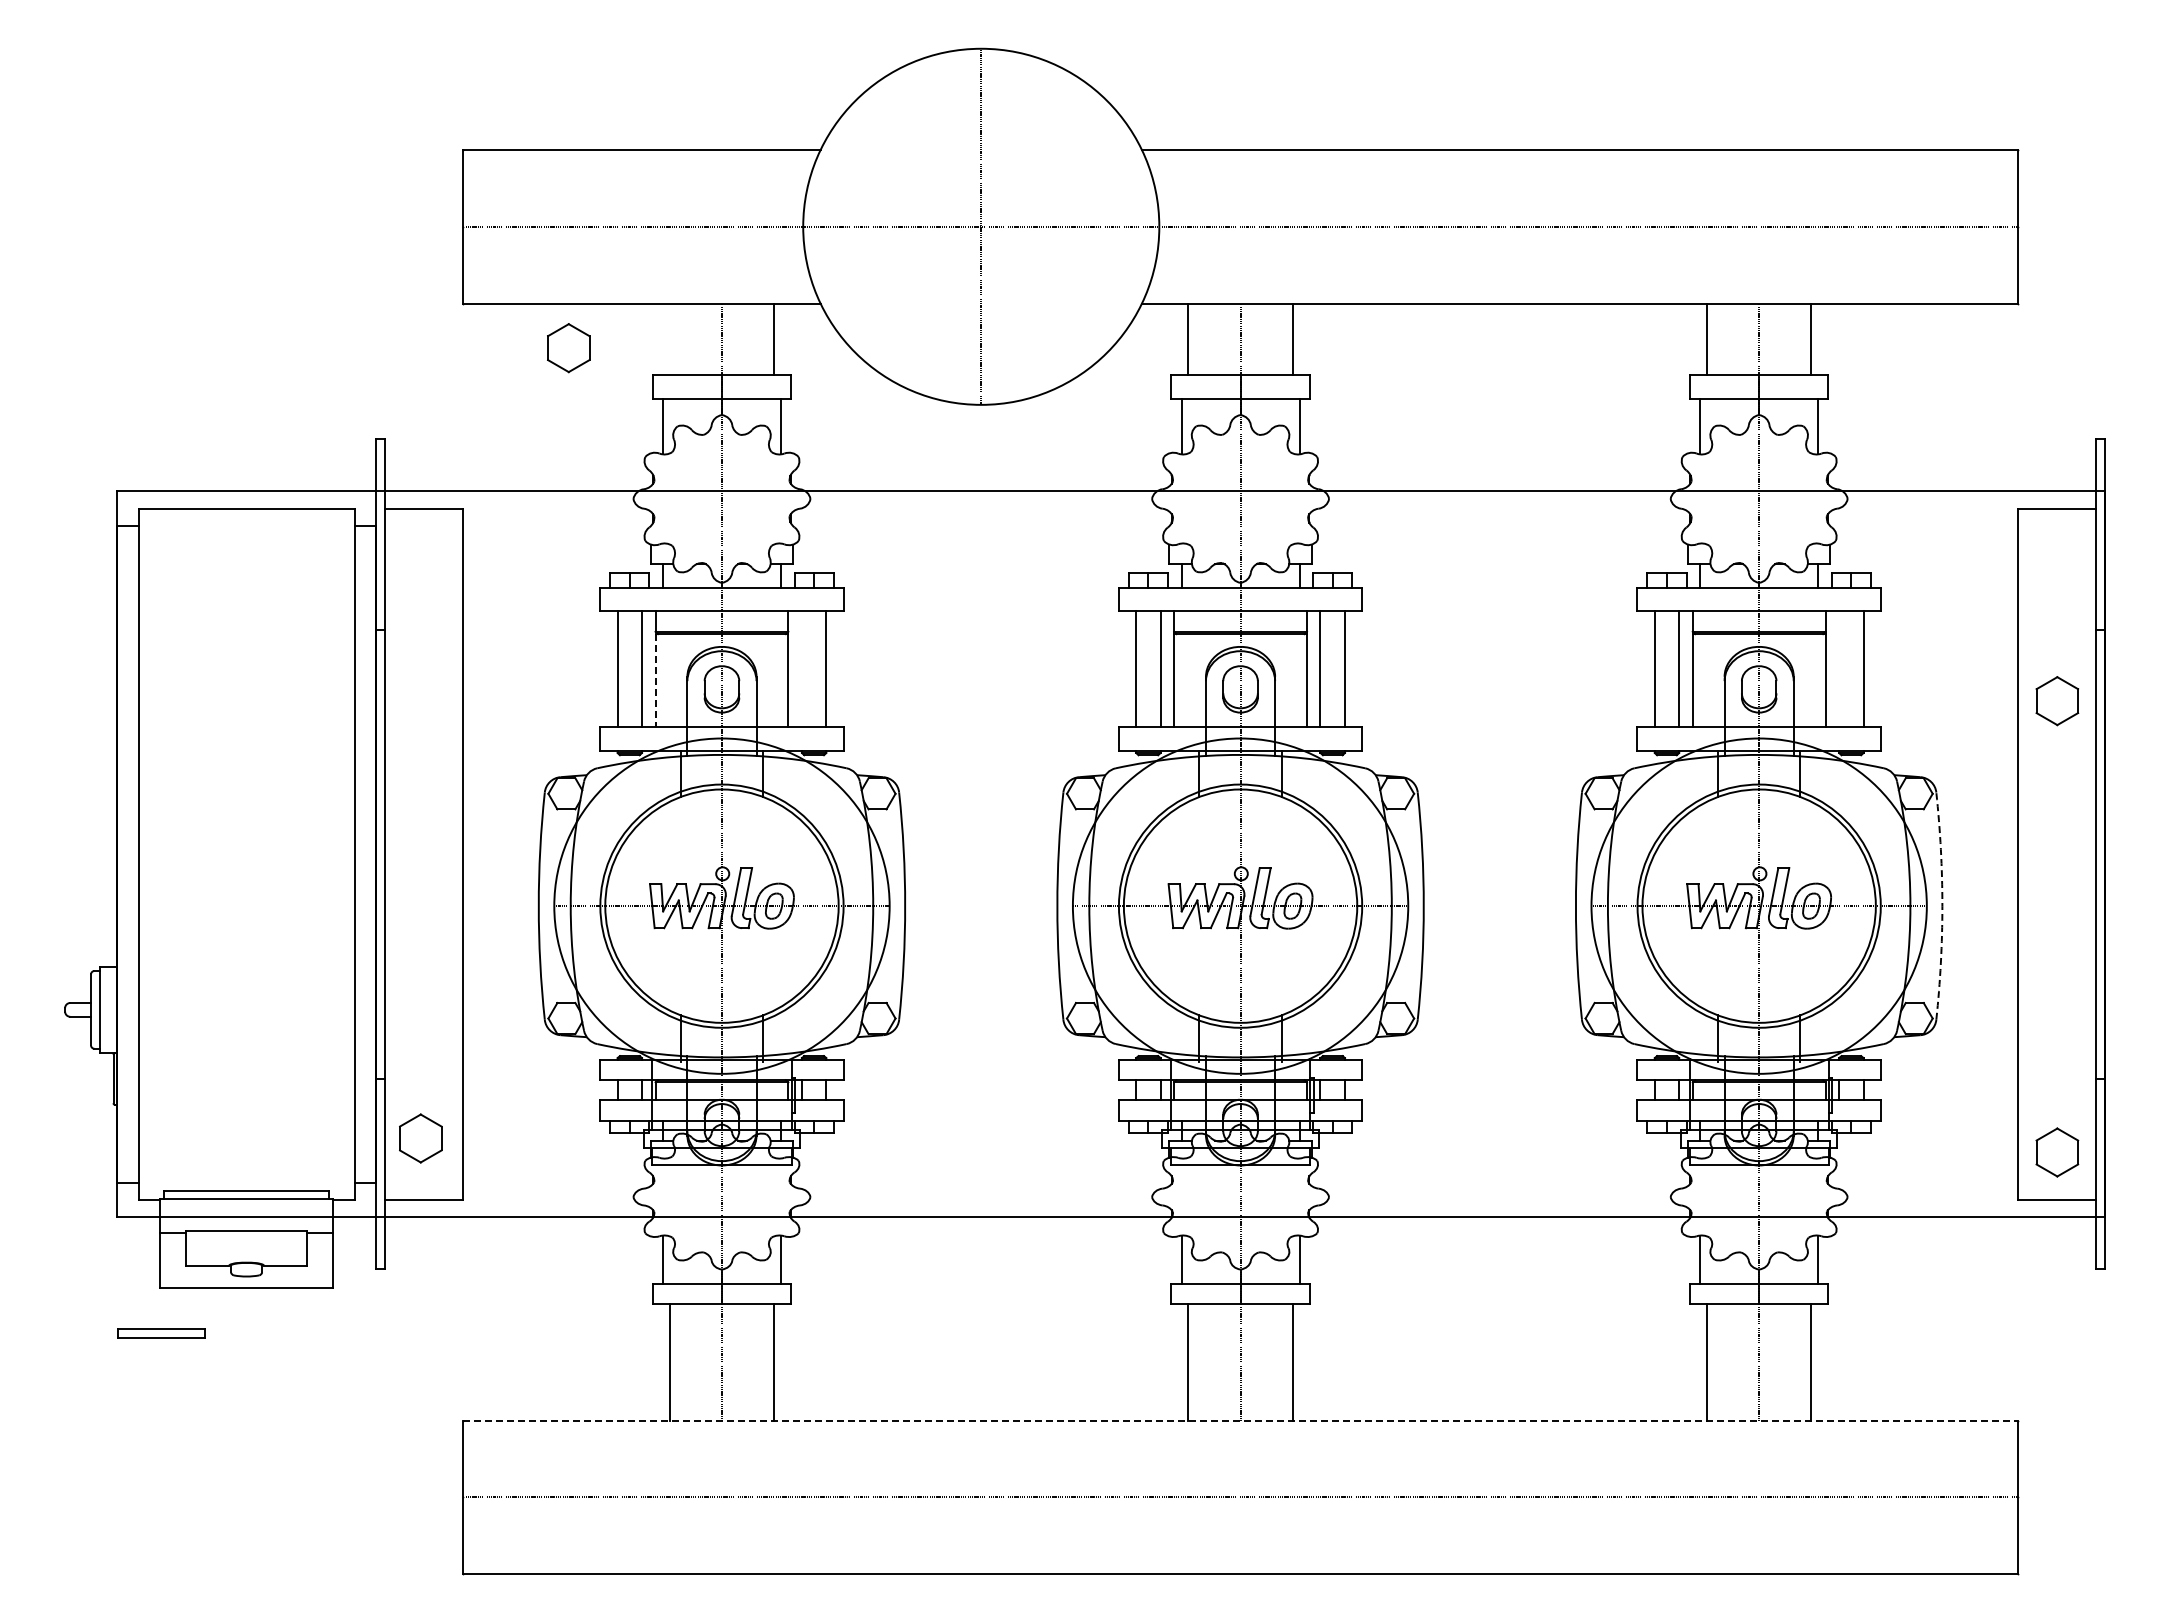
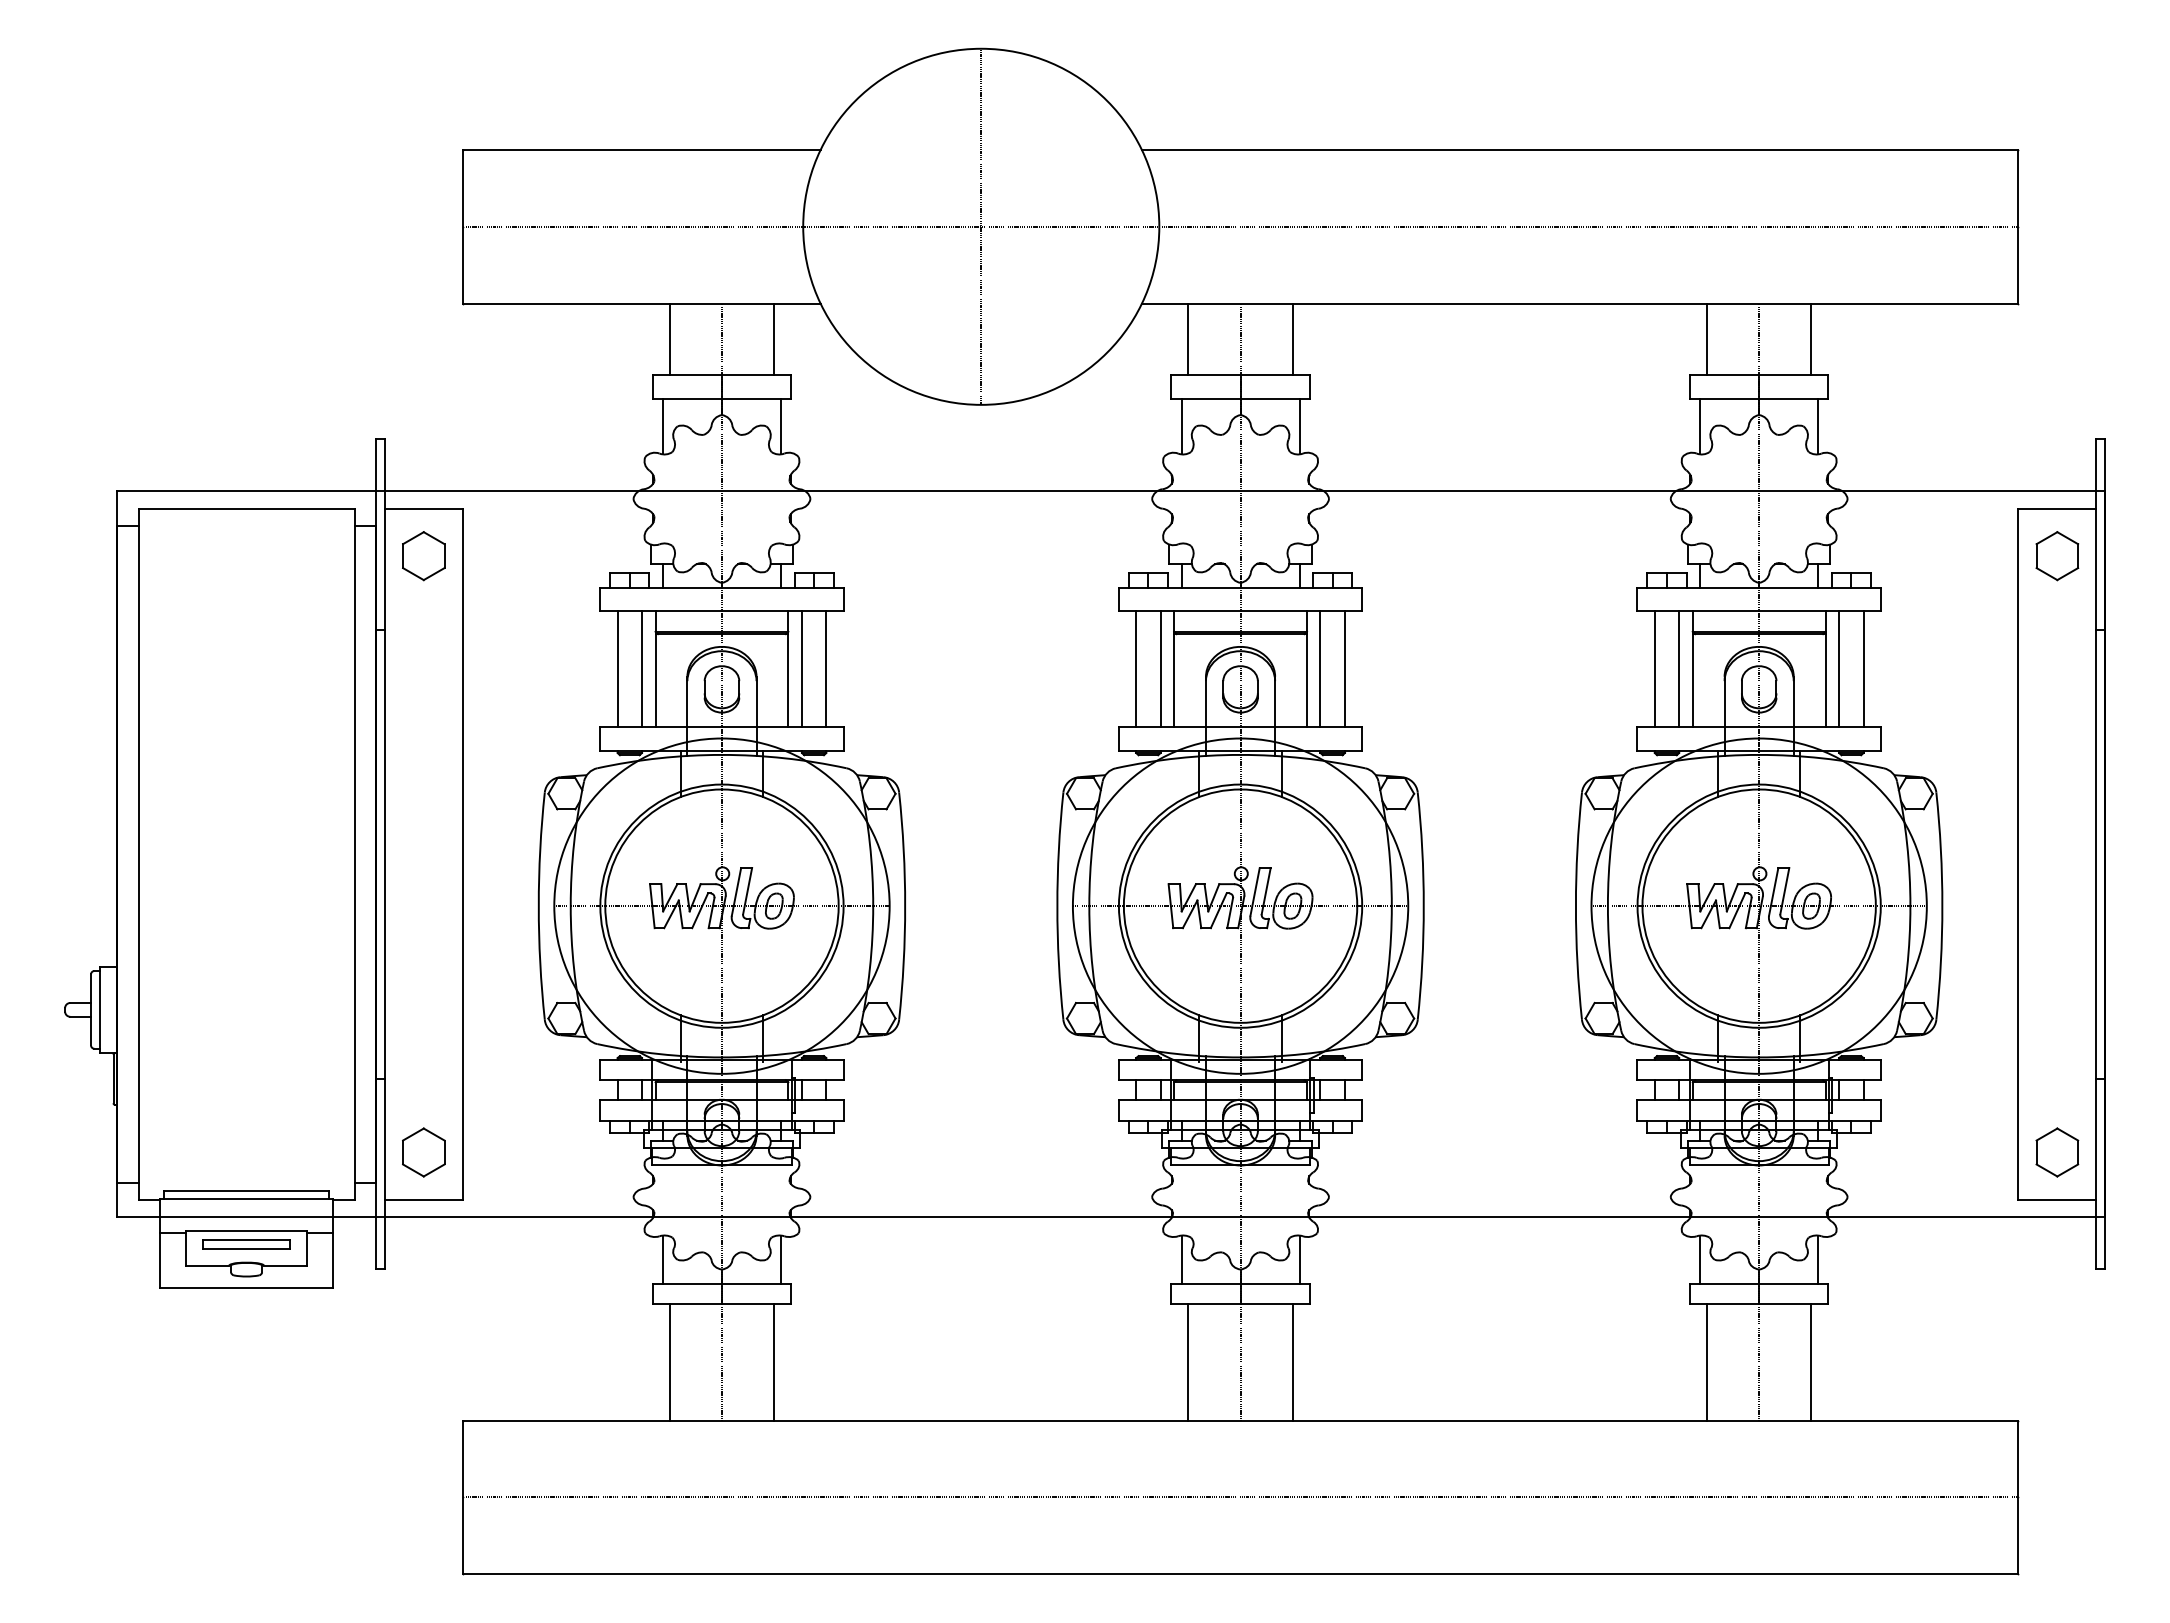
line at (669, 339): none -> present
part at (568, 348) position: (568, 348) -> (423, 556)
line at (801, 668): none -> present
line at (1839, 668): none -> present
line at (655, 680): dashed -> solid
part at (2057, 701) position: (2057, 701) -> (2057, 556)
arc at (1942, 906): dashed -> solid
part at (420, 1138) position: (420, 1138) -> (423, 1152)
part at (161, 1333) position: (161, 1333) -> (246, 1244)
line at (1240, 1420): dashed -> solid
